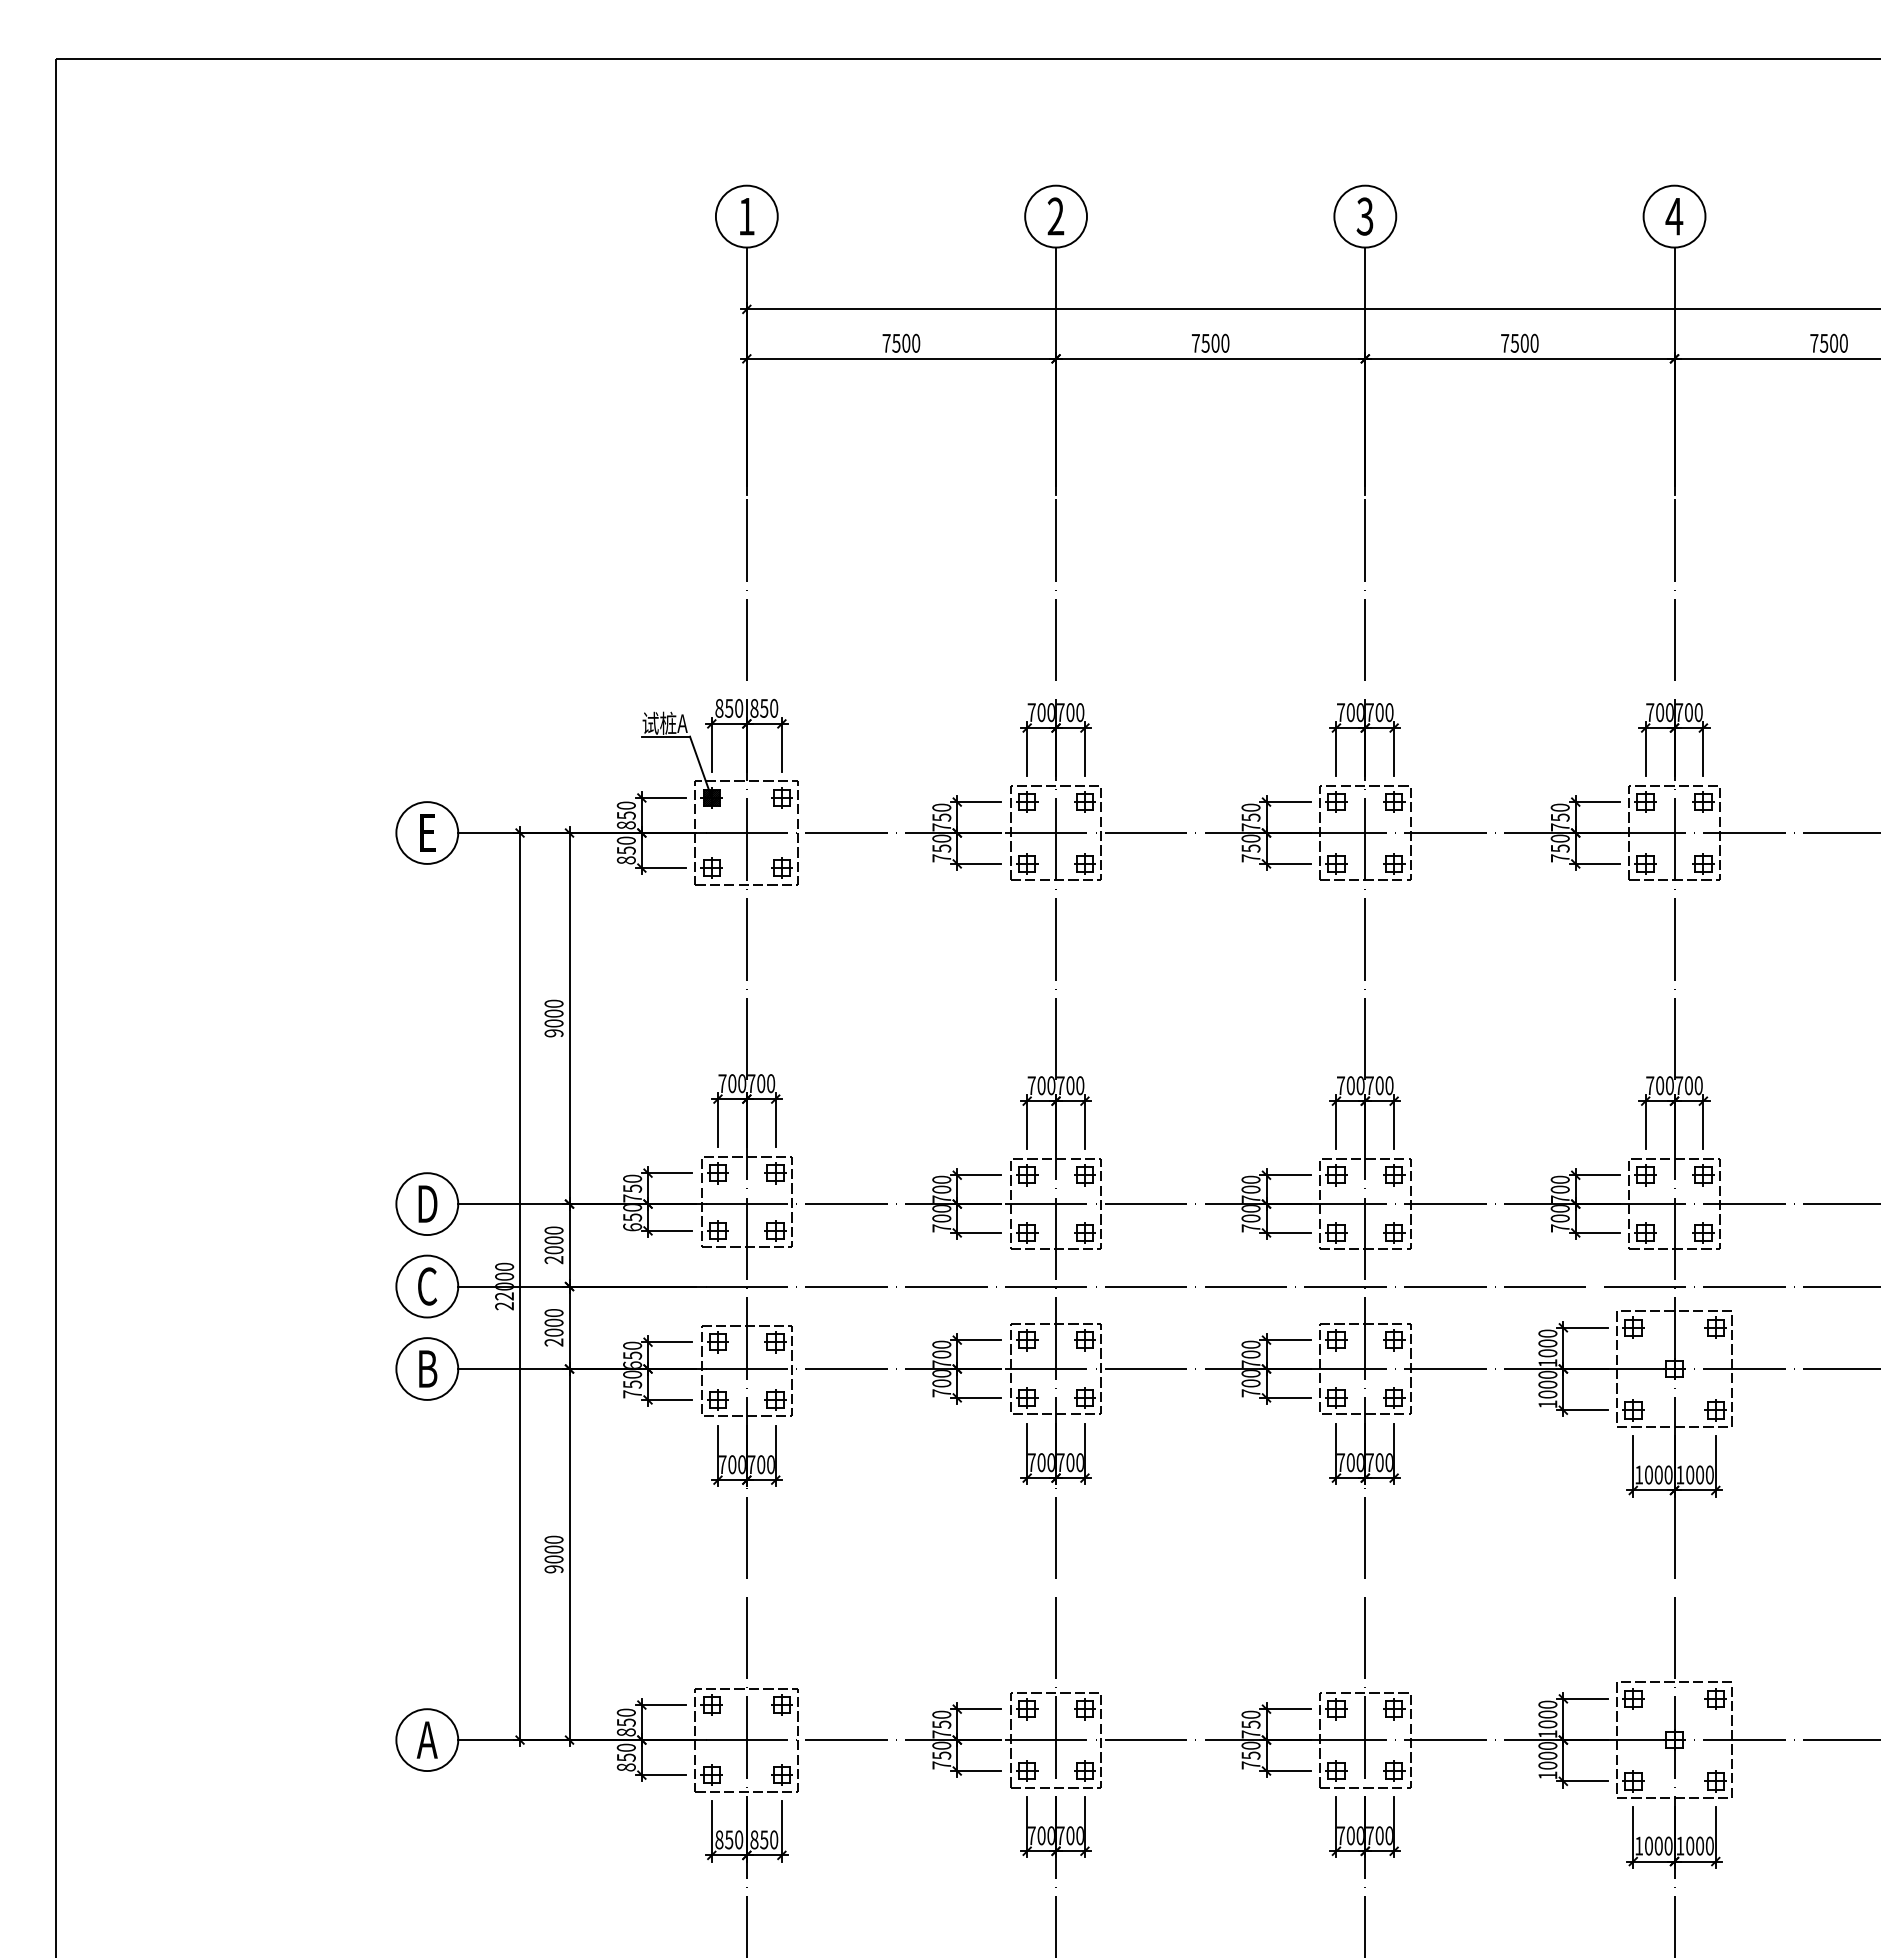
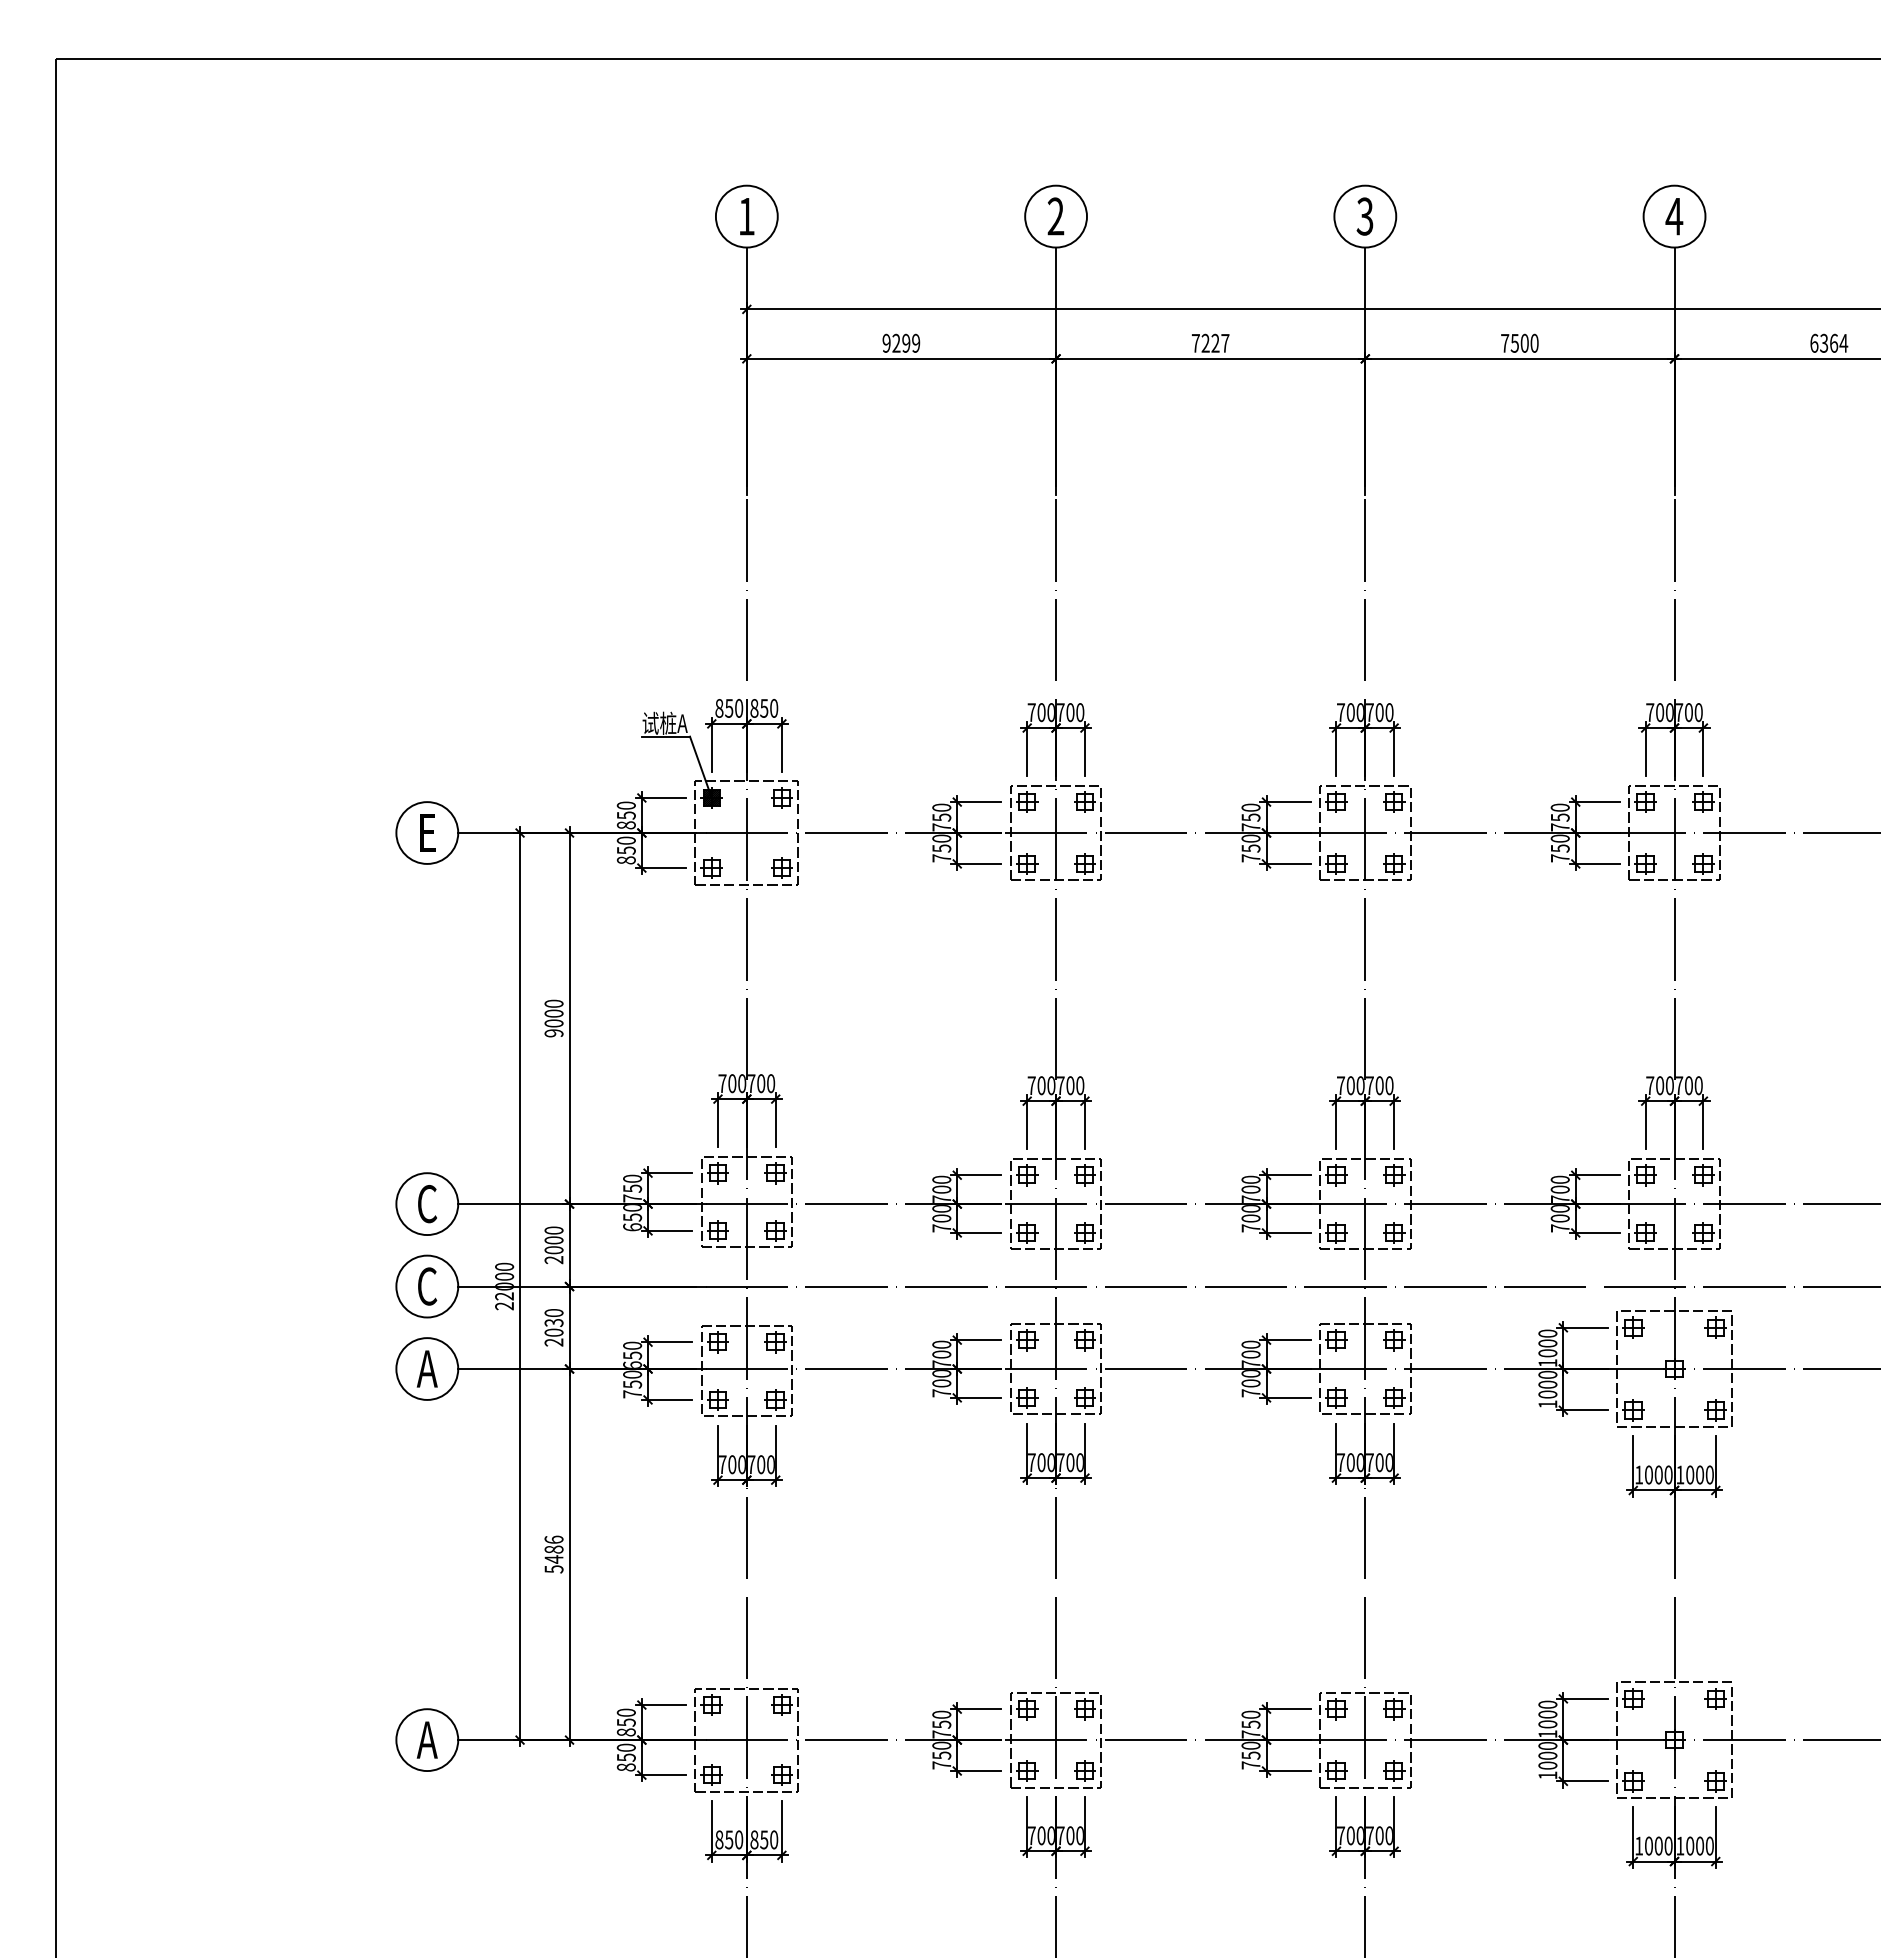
text at (901, 342): 7500 -> 9299
text at (1215, 342): 7500 -> 7227
text at (1829, 342): 7500 -> 6364
text at (427, 1204): D -> C
text at (553, 1322): 2000 -> 2030
text at (426, 1368): B -> A
text at (553, 1554): 9000 -> 5486
